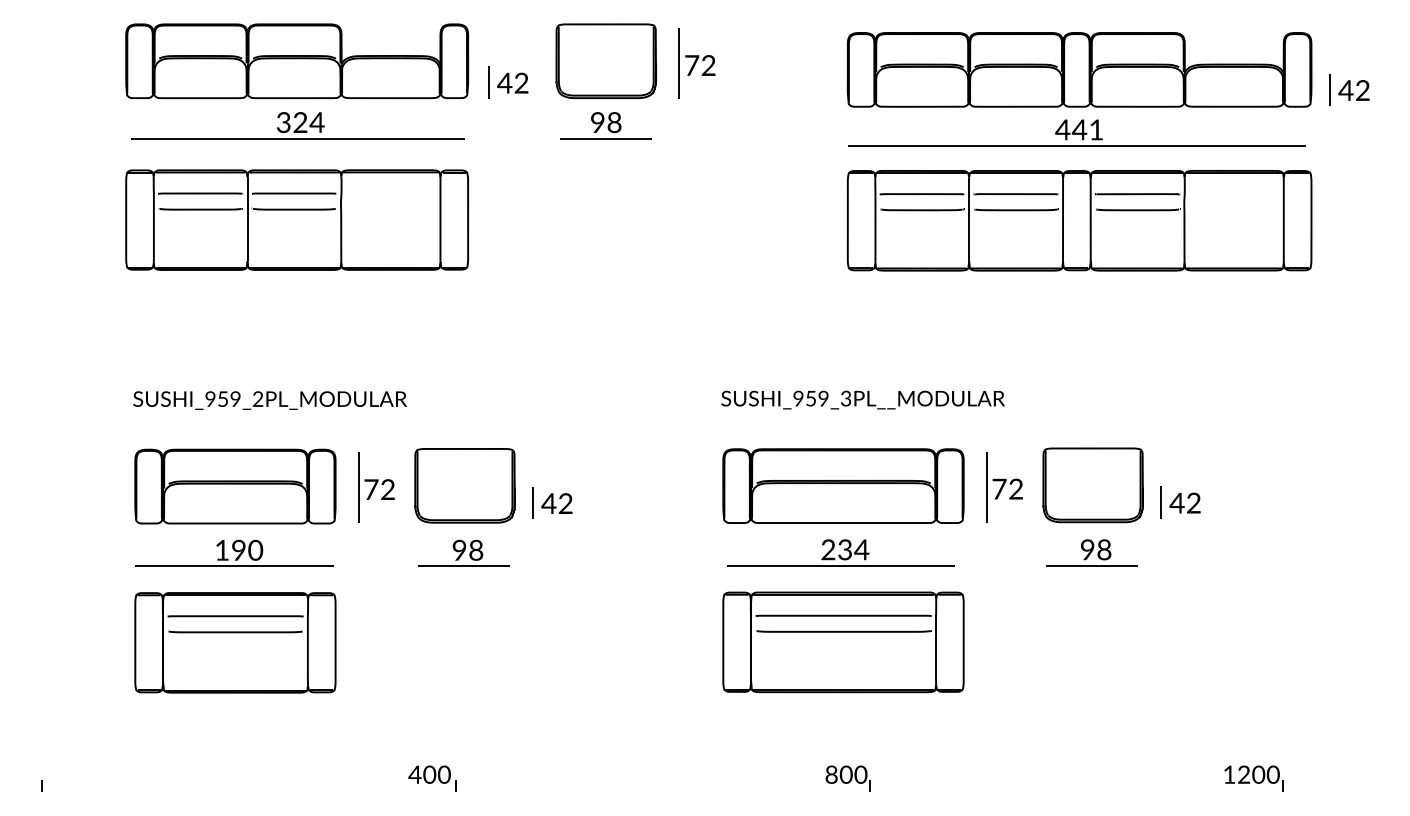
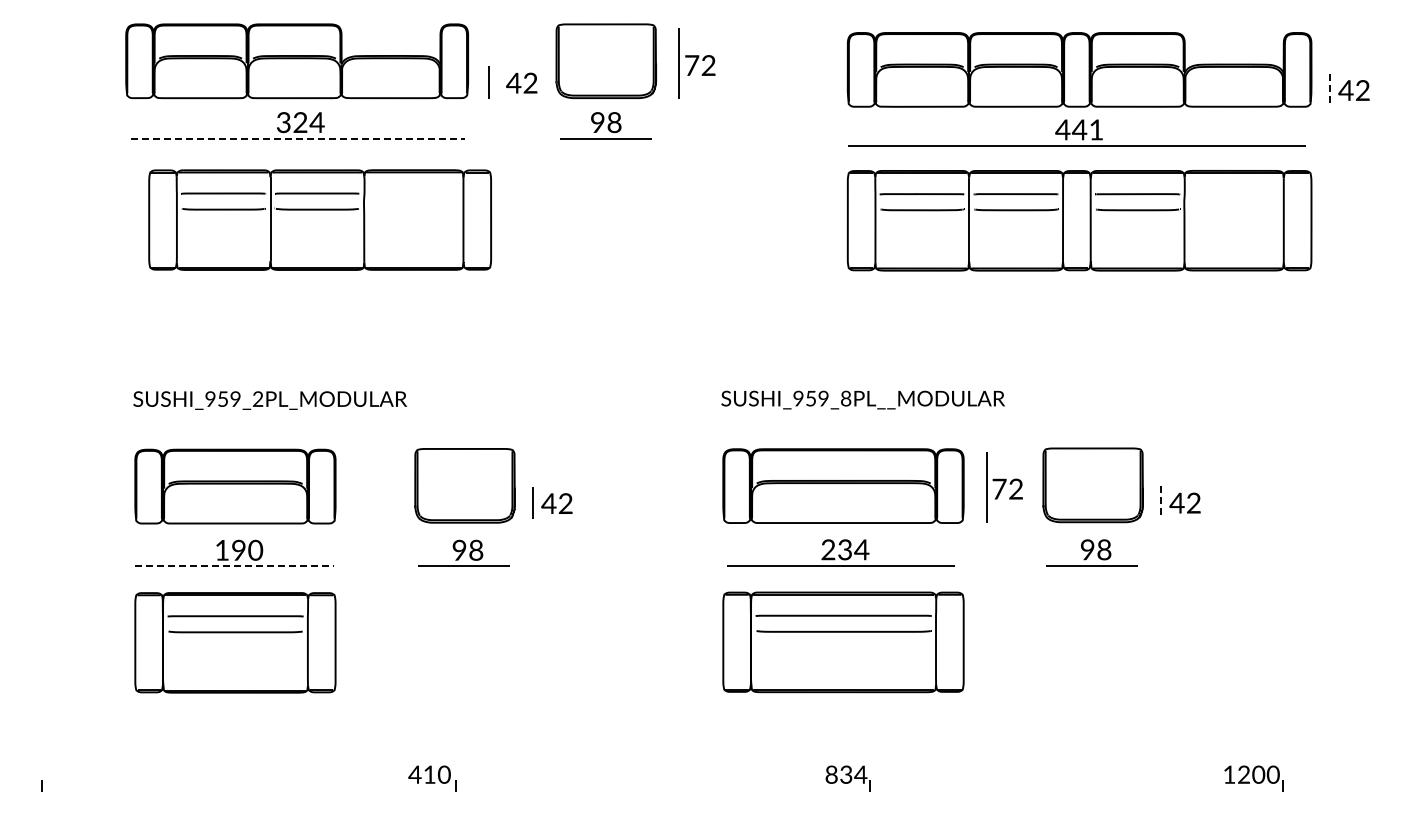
text at (512, 82) position: (512, 82) -> (521, 82)
line at (1329, 90): solid -> dashed
line at (297, 138): solid -> dashed
part at (296, 219) position: (296, 219) -> (319, 219)
text at (846, 398): SUSHI_959_3PL__MODULAR -> SUSHI_959_8PL__MODULAR
part at (376, 487): present -> none
line at (1161, 502): solid -> dashed
line at (235, 566): solid -> dashed
text at (429, 774): 400 -> 410
text at (853, 774): 800 -> 834
